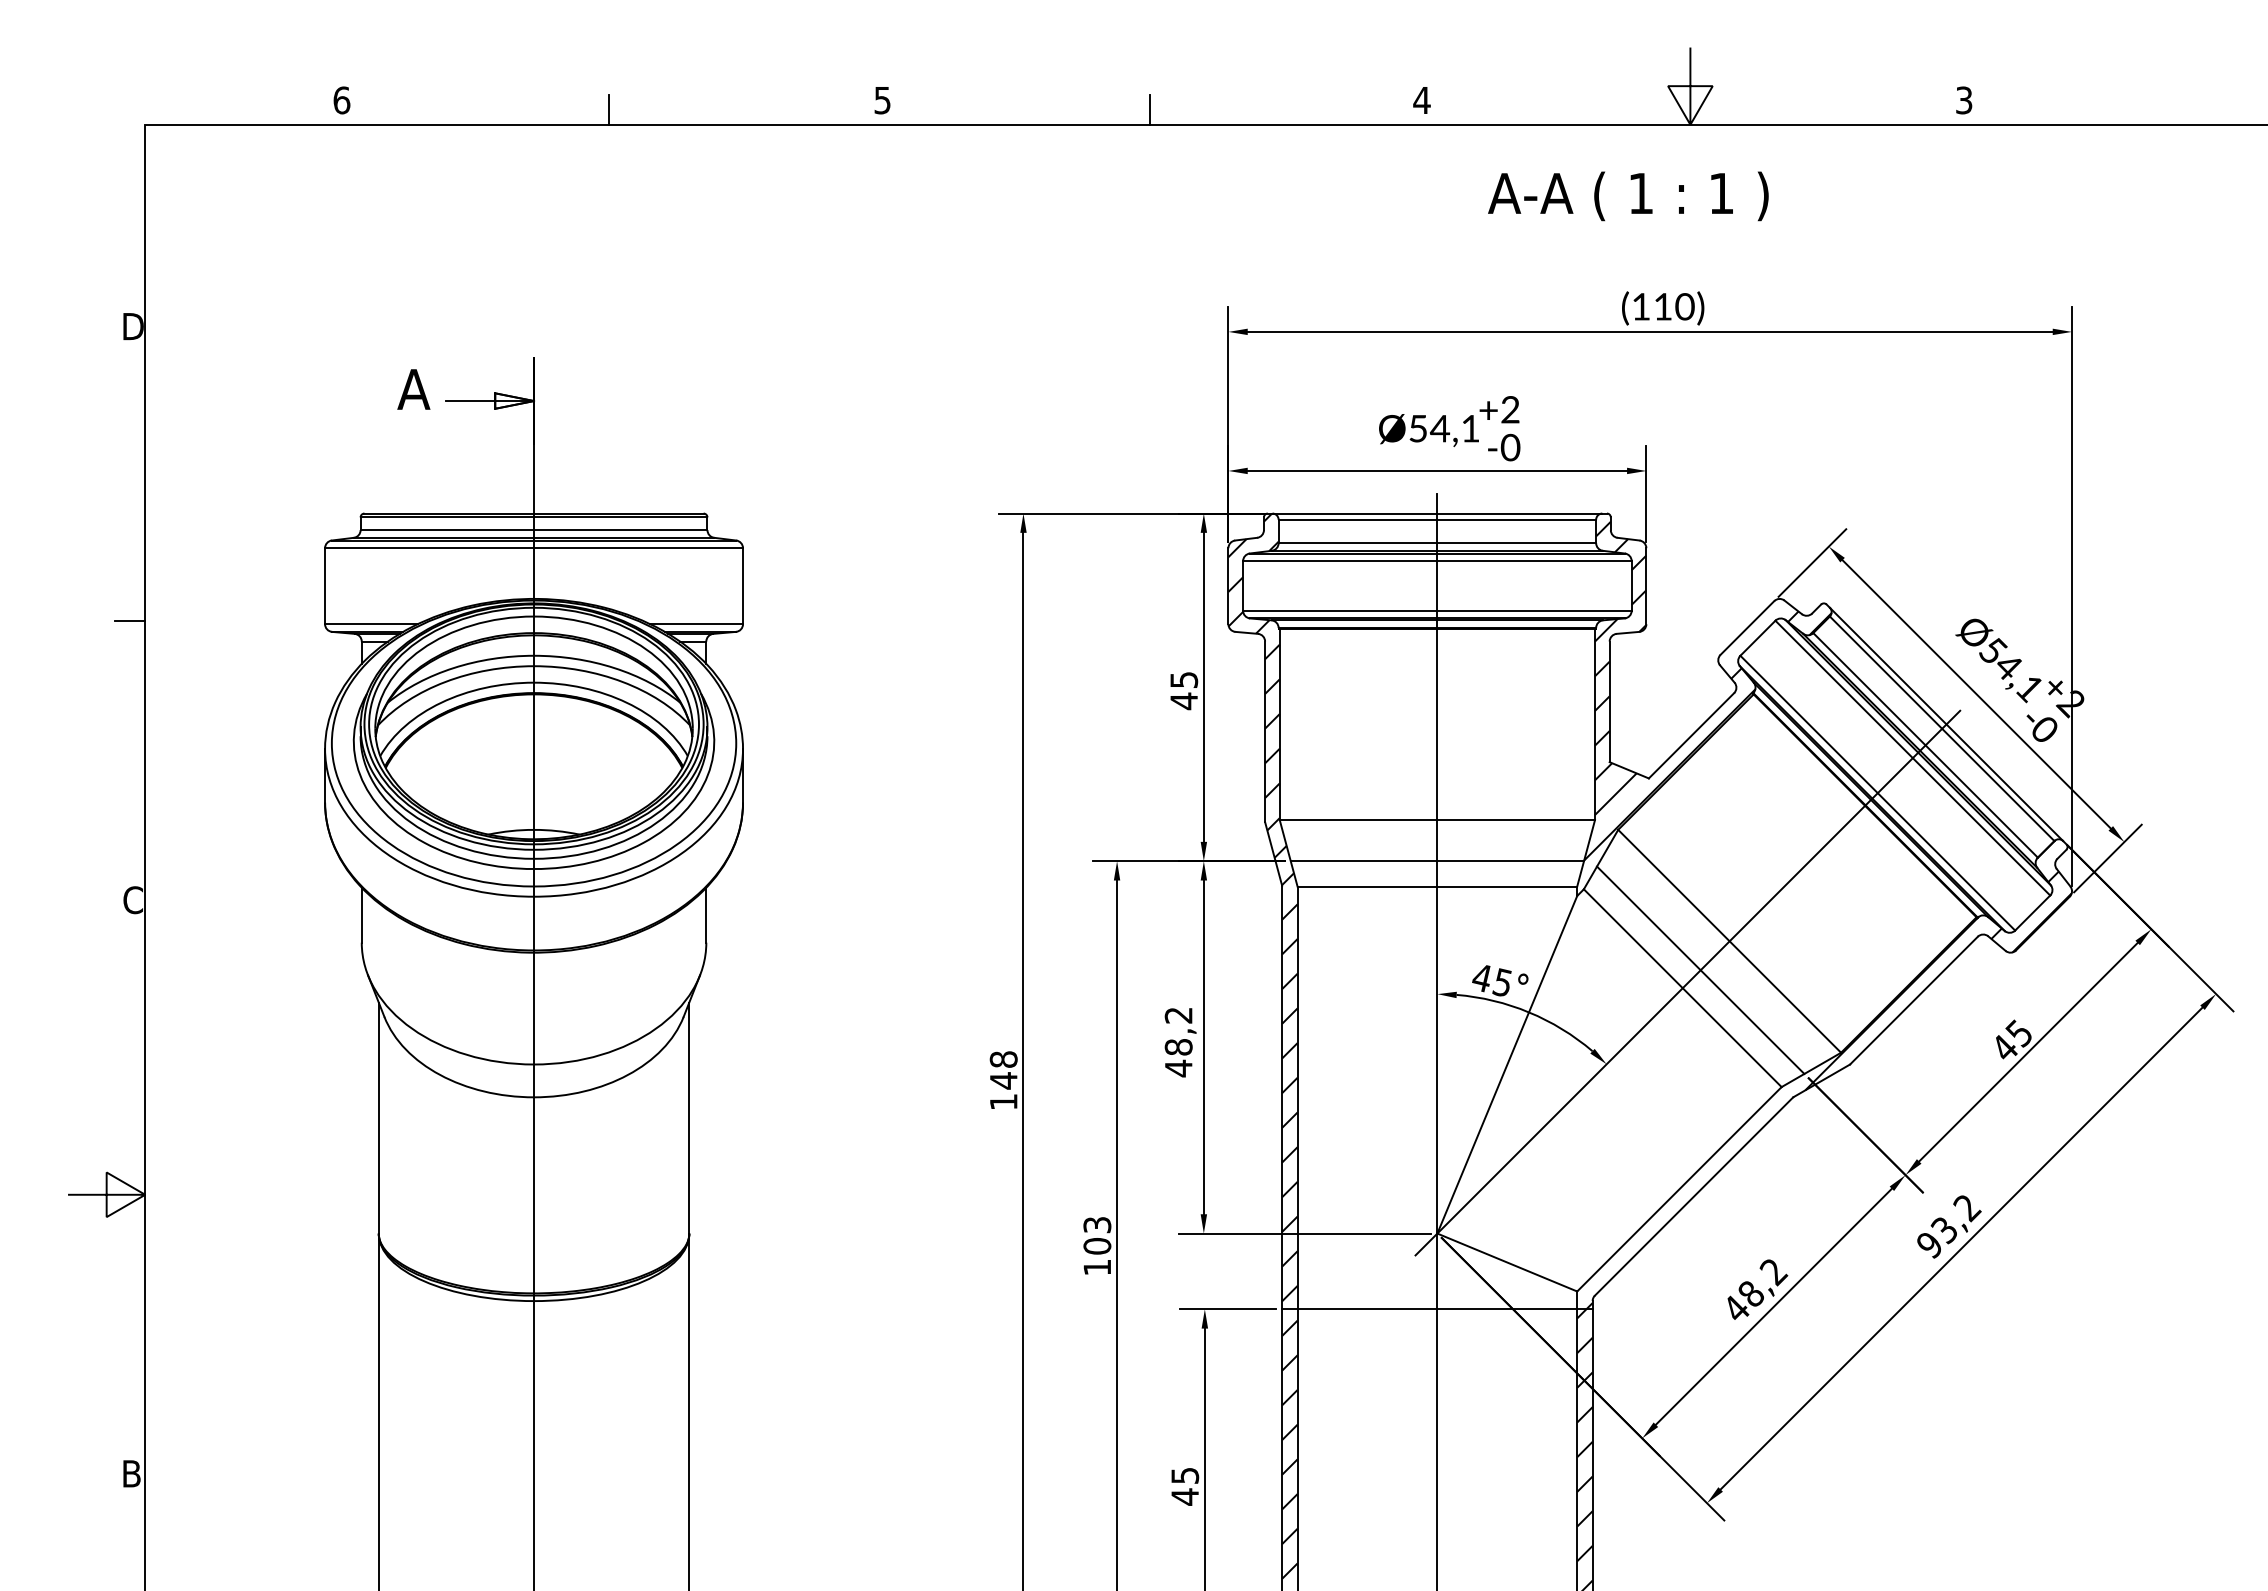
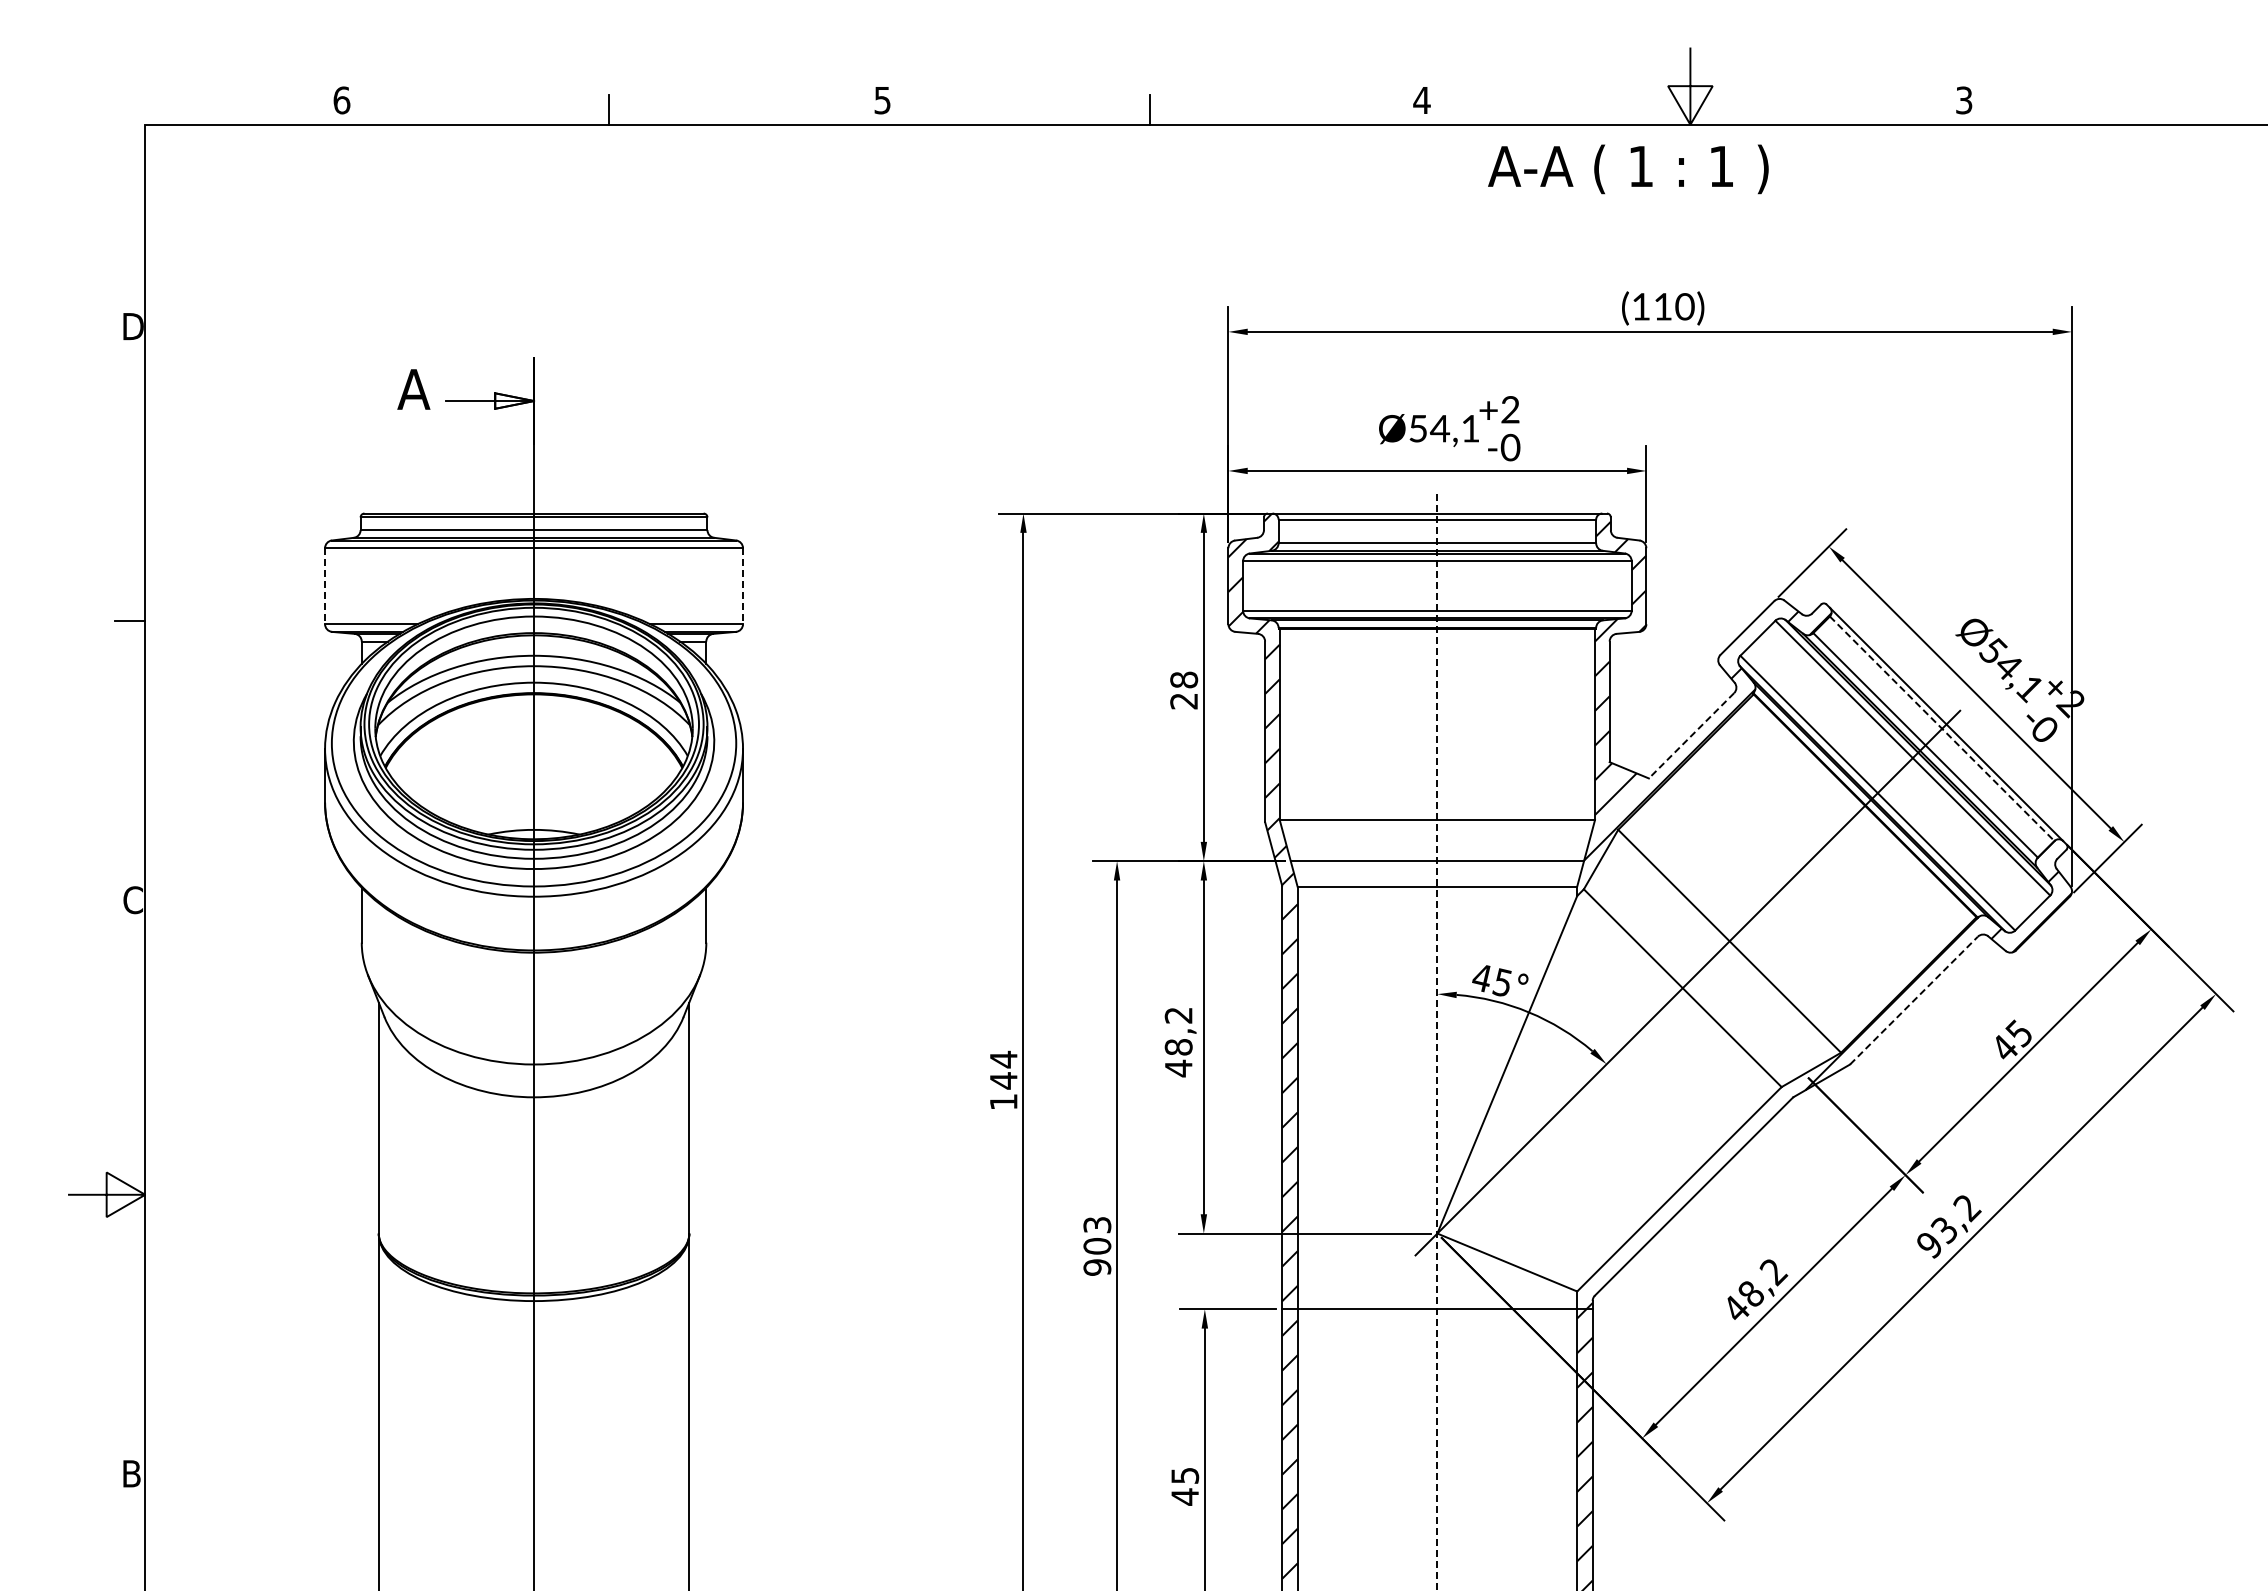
text at (1628, 196) position: (1628, 196) -> (1628, 169)
line at (325, 586): solid -> dashed
line at (743, 586): solid -> dashed
text at (1184, 690): 45 -> 28
line at (1942, 728): solid -> dashed
line at (1691, 736): solid -> dashed
line at (1700, 969): present -> none
line at (1914, 1000): solid -> dashed
line at (1437, 1042): solid -> dashed
text at (1003, 1059): 148 -> 144
text at (1097, 1267): 103 -> 903
